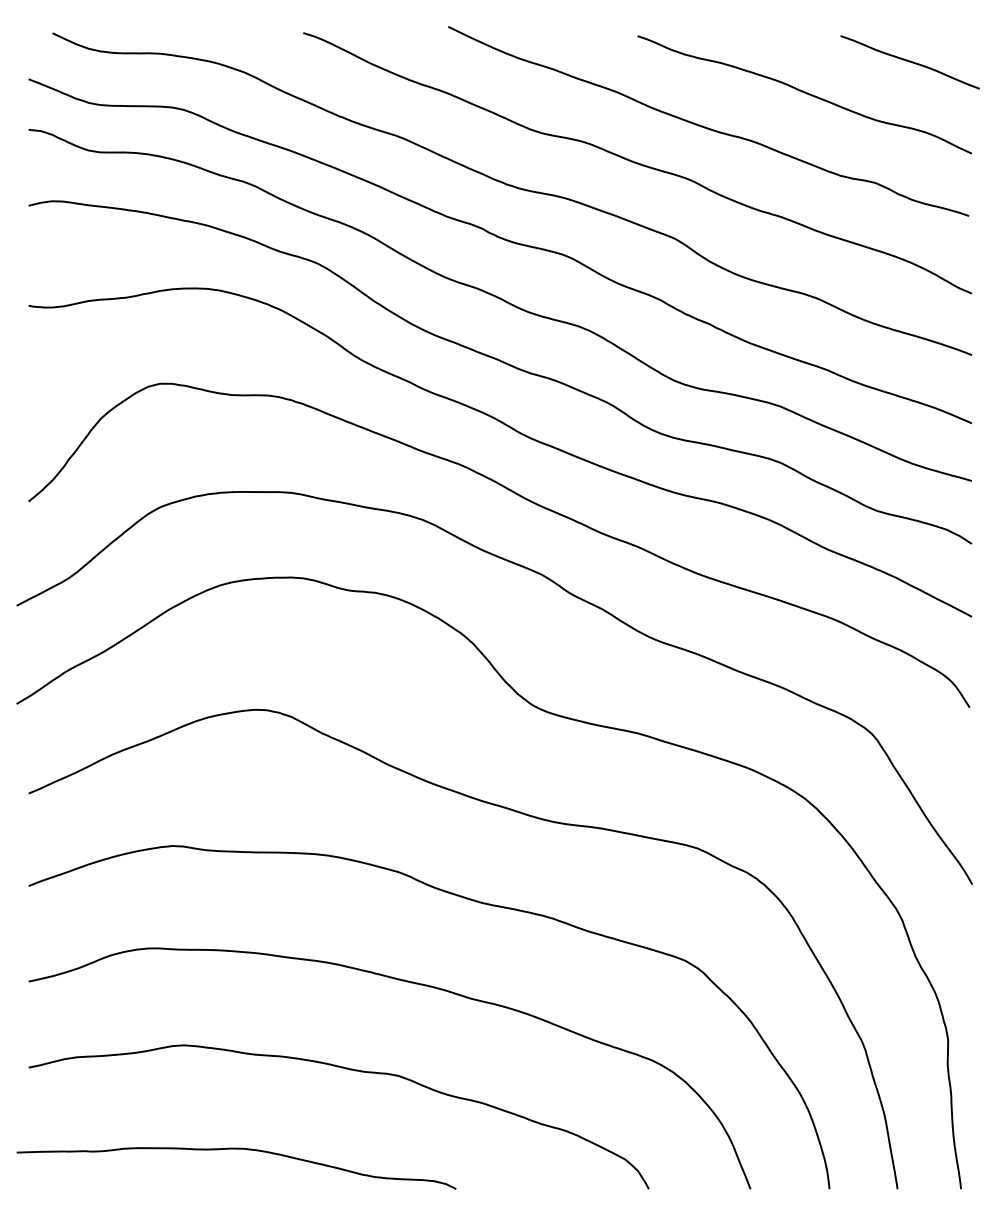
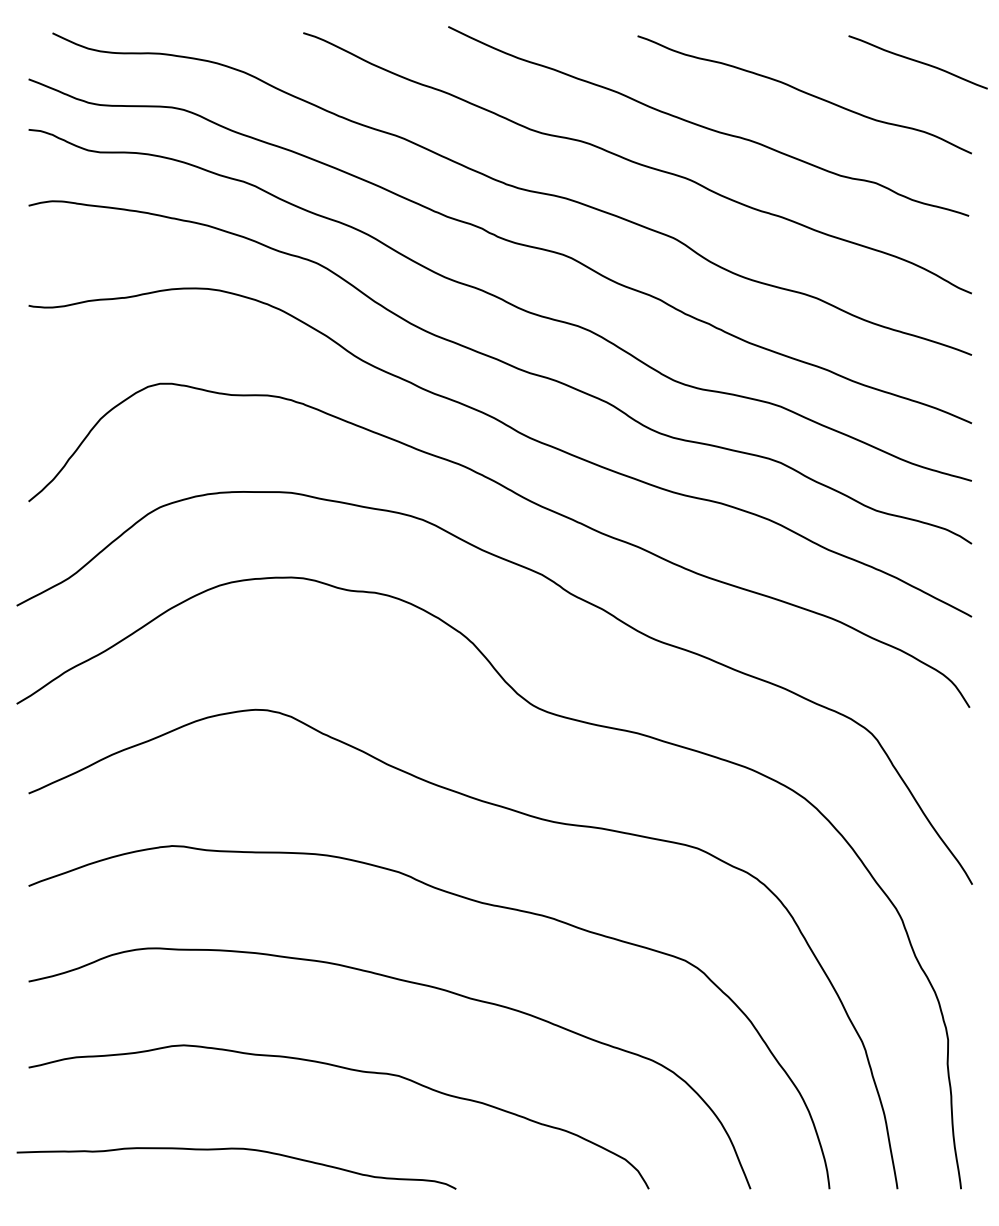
curve at (909, 62) position: (909, 62) -> (917, 62)
